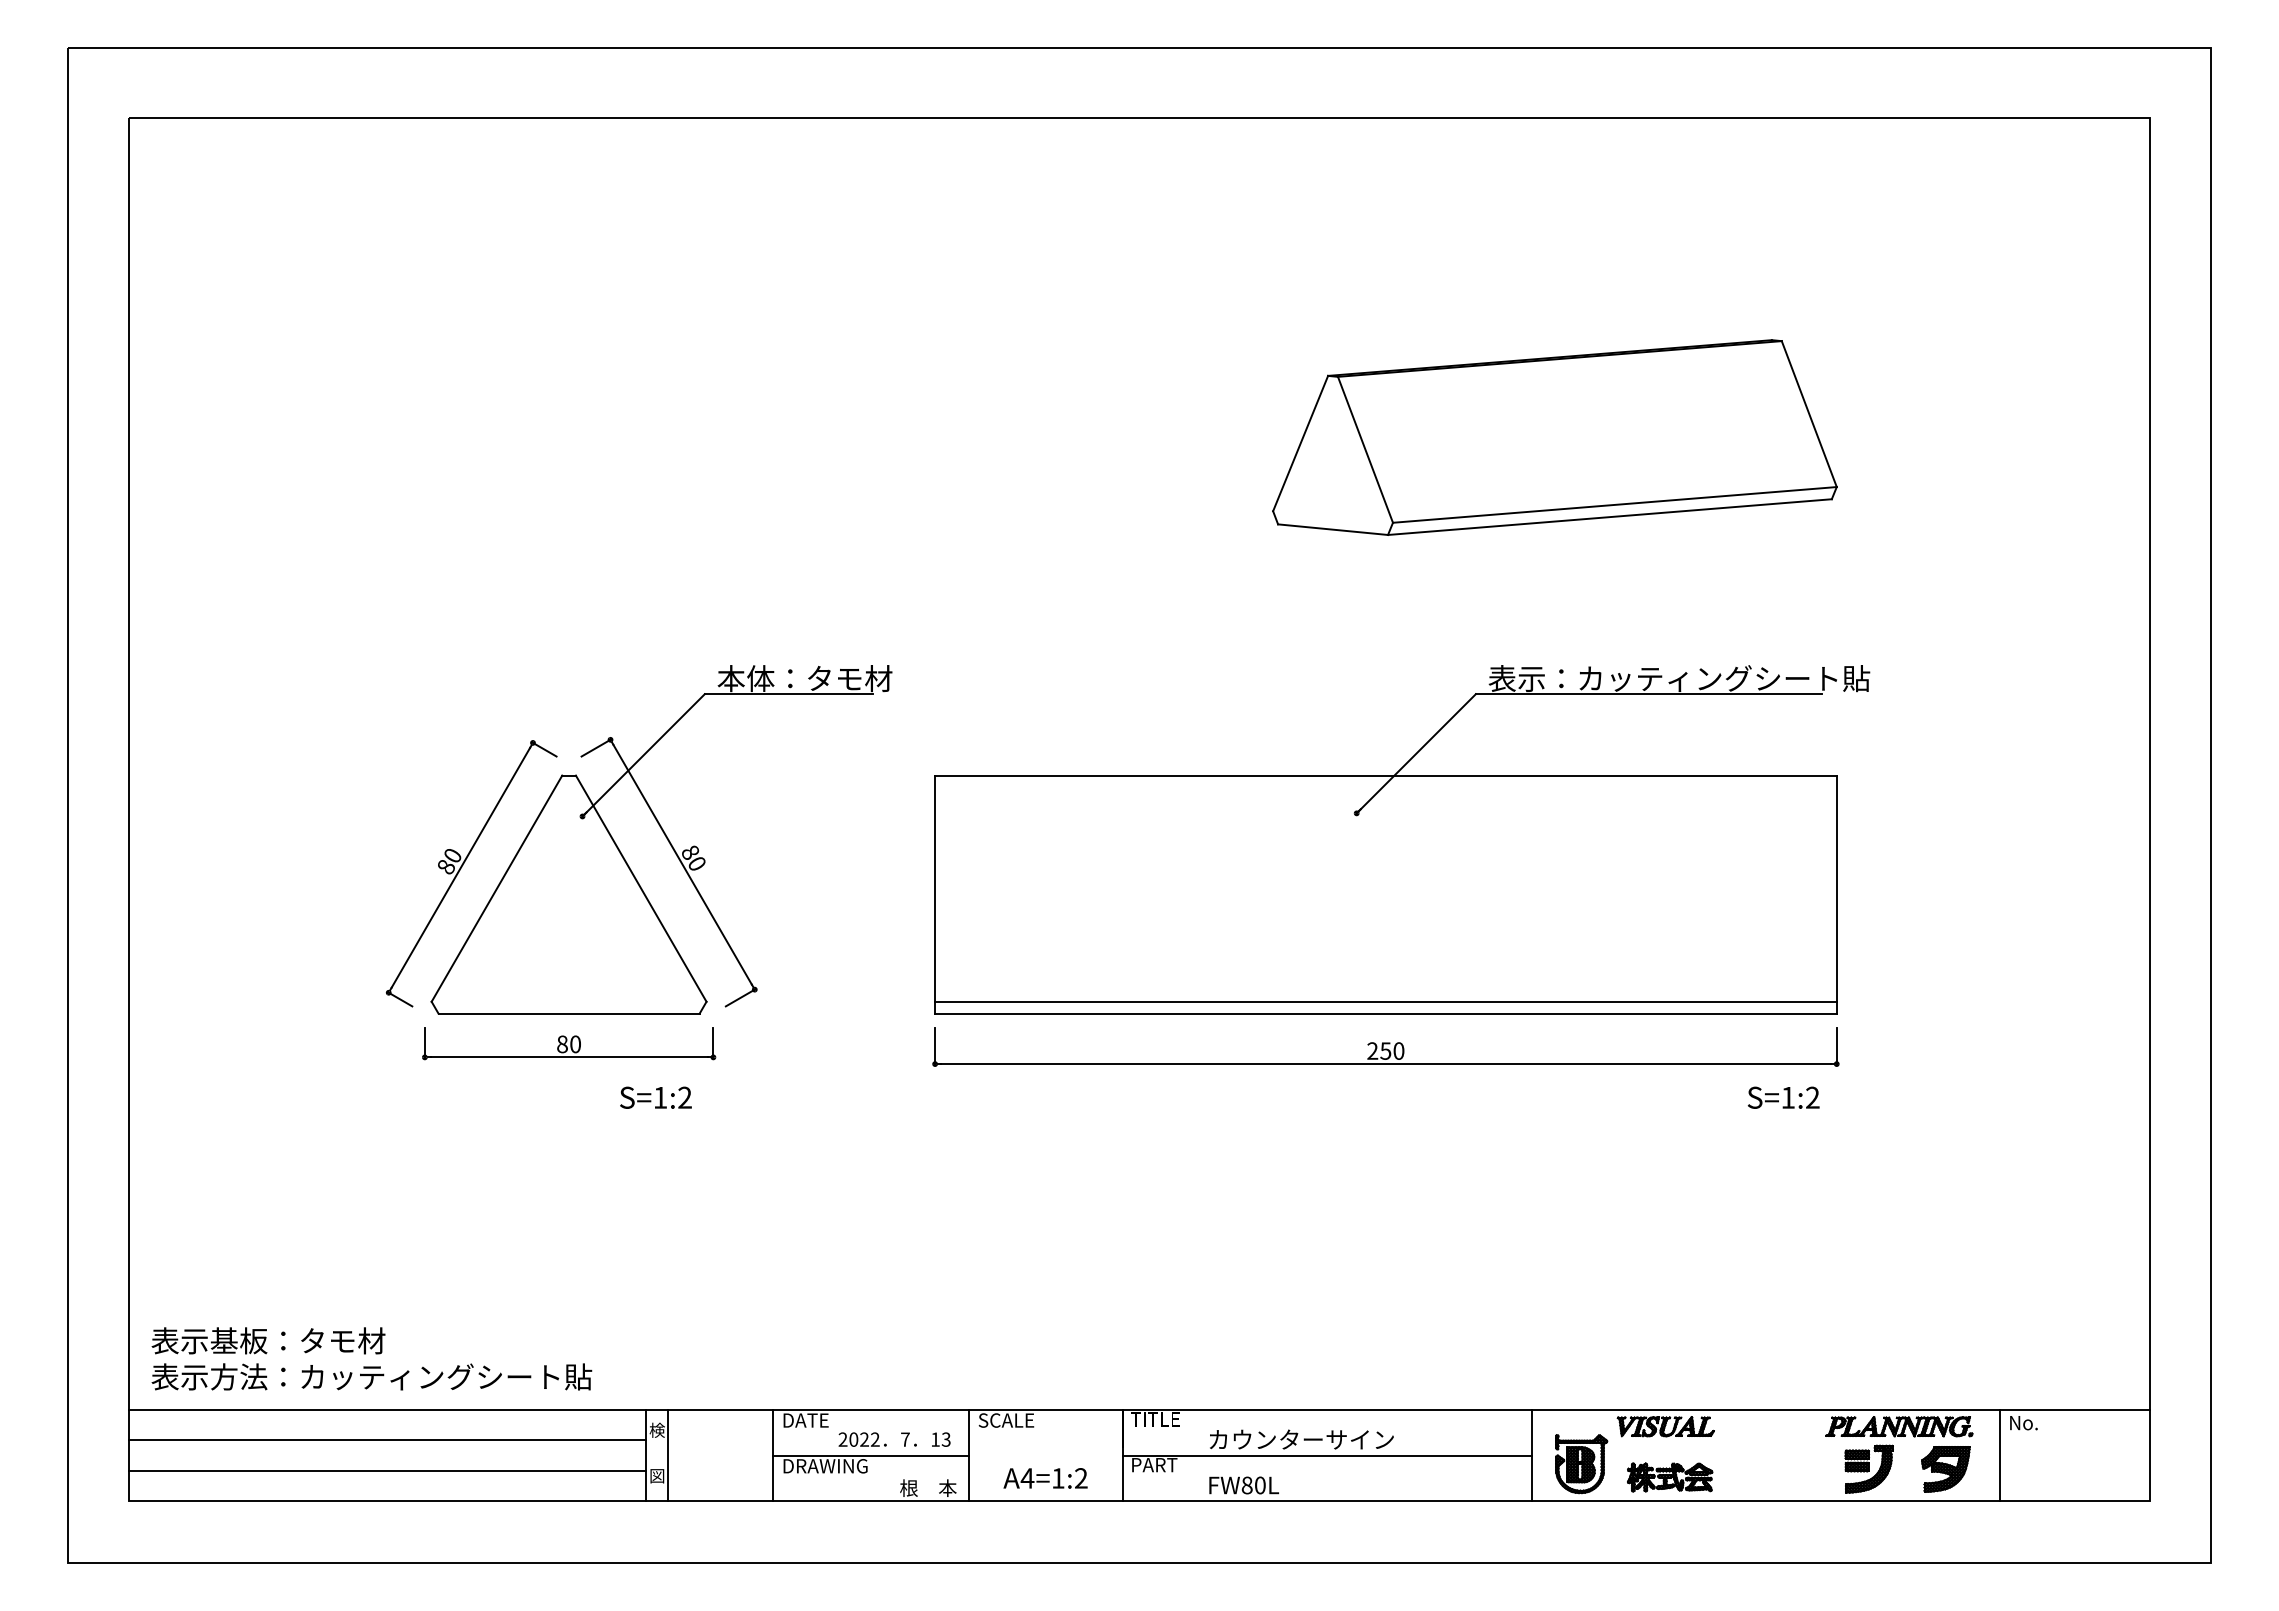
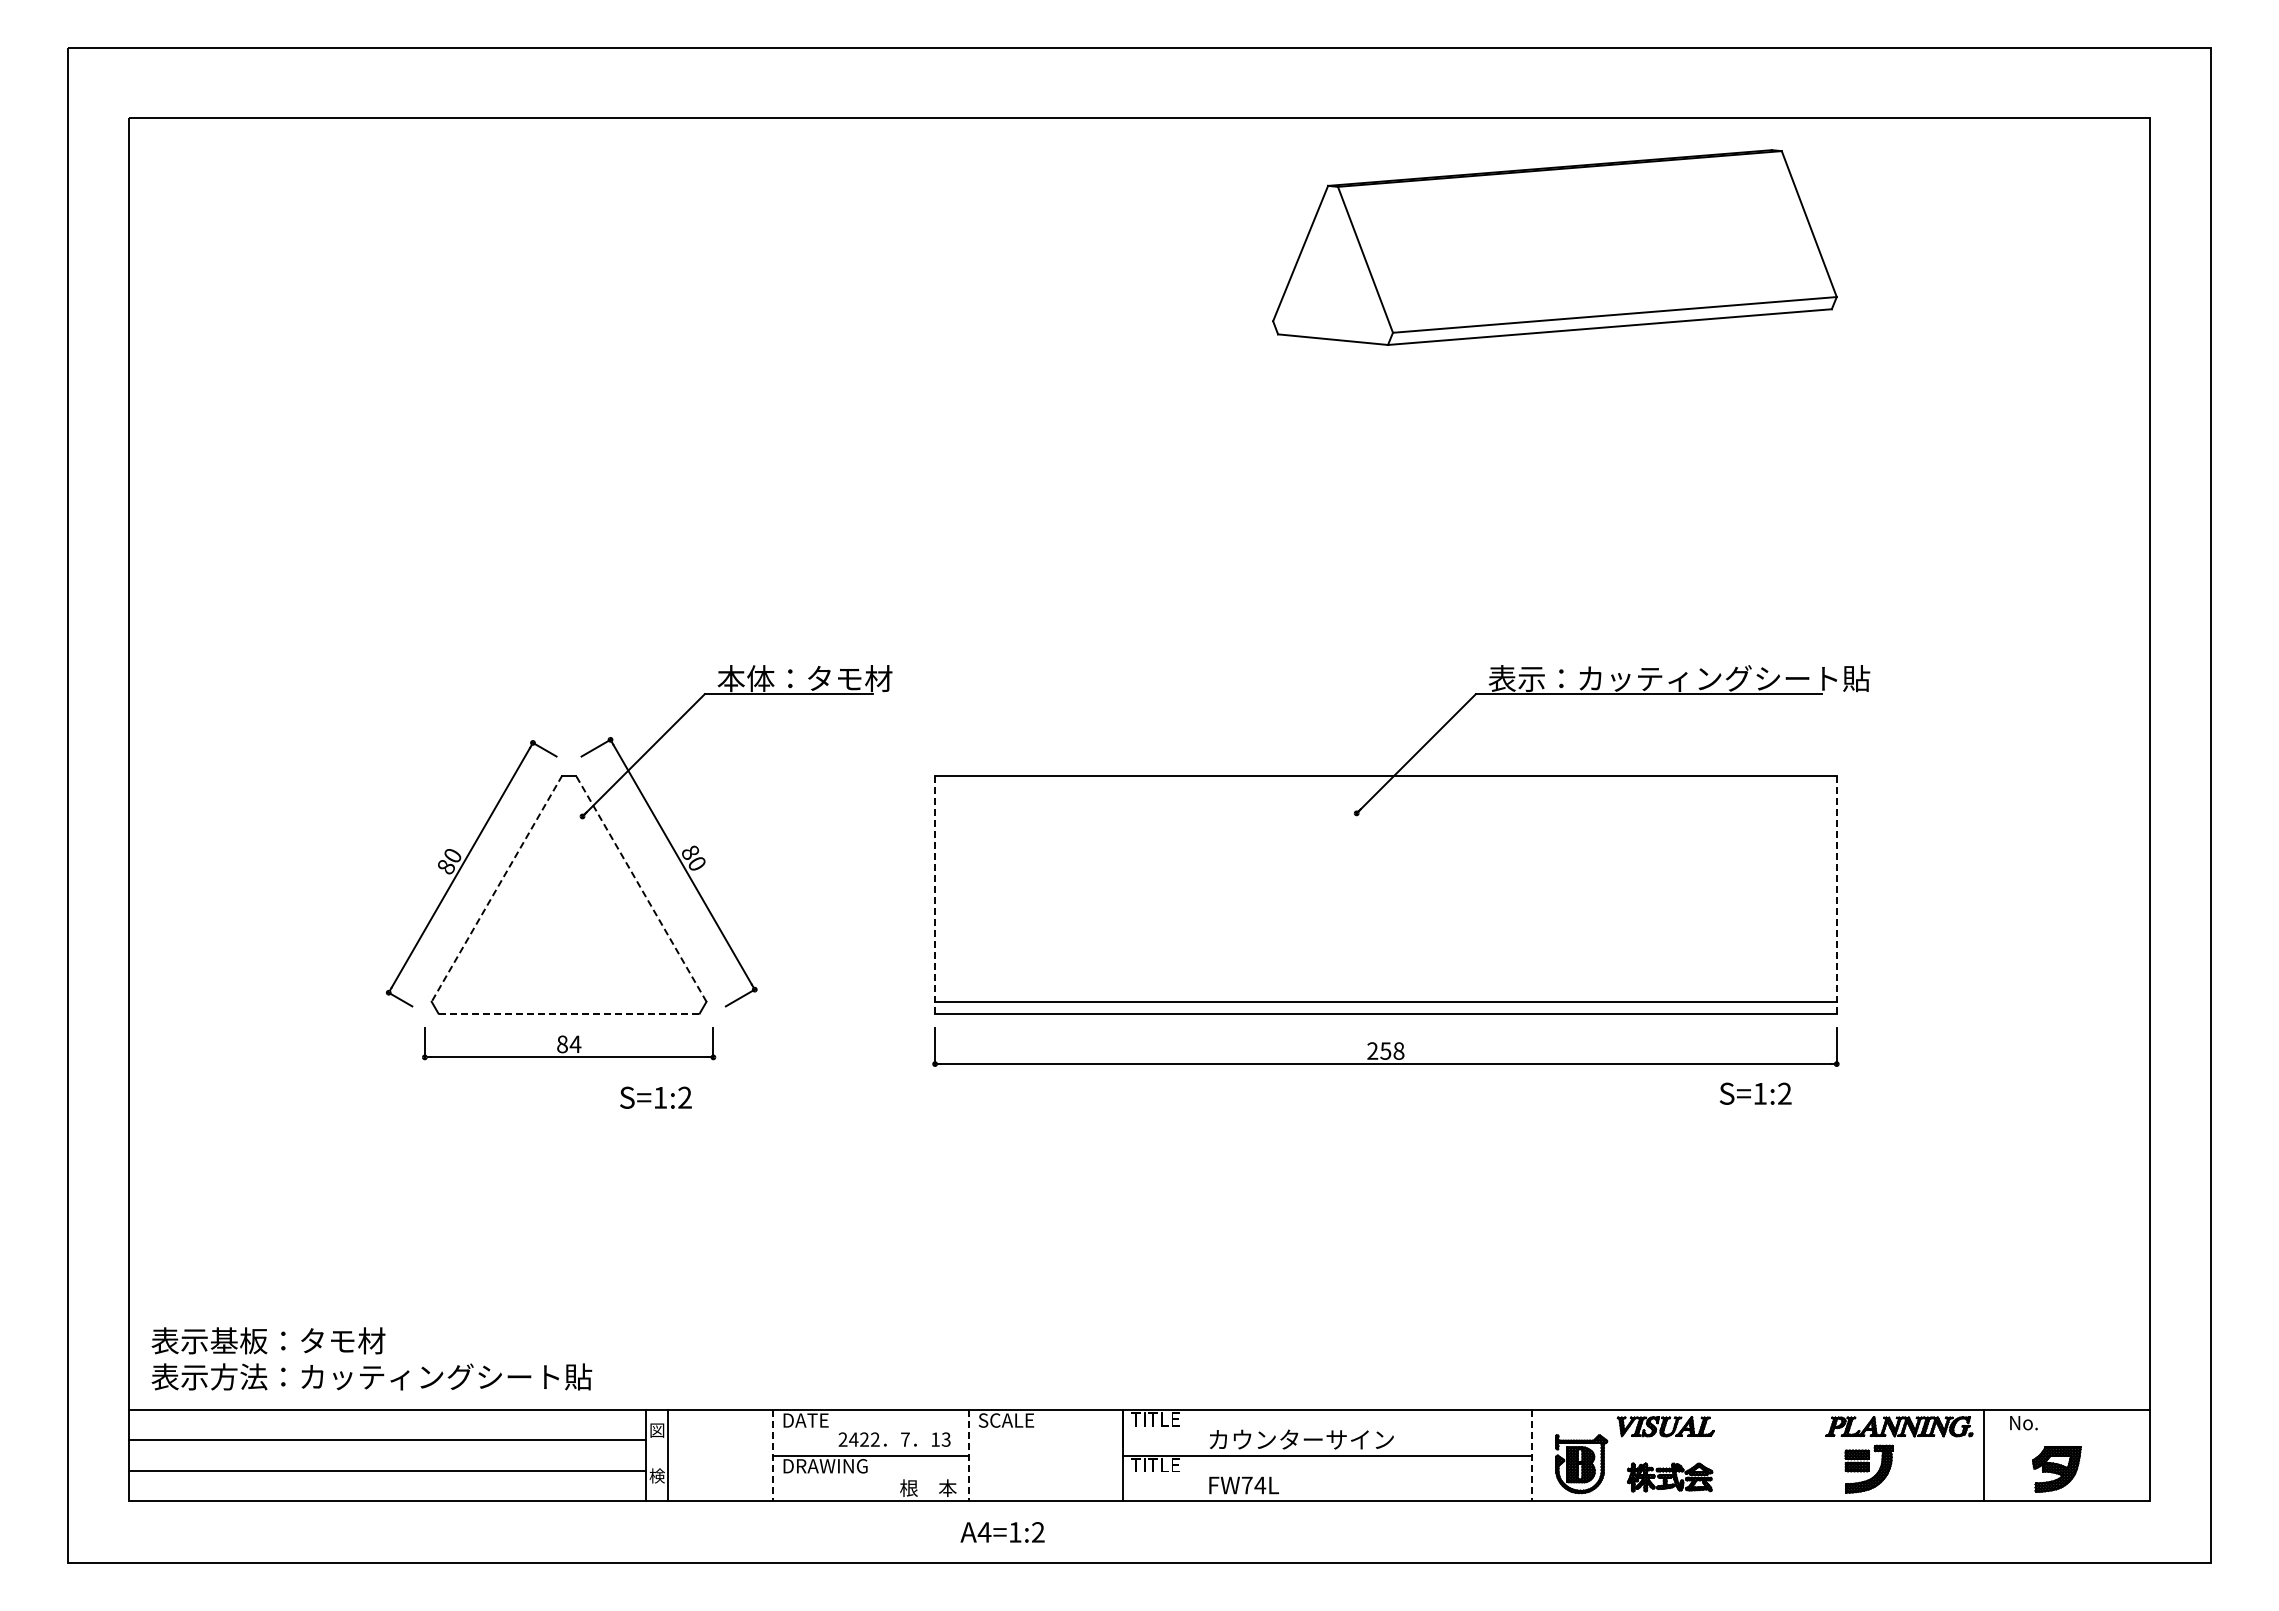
part at (1554, 437) position: (1554, 437) -> (1554, 247)
line at (496, 888): solid -> dashed
line at (641, 888): solid -> dashed
line at (935, 894): solid -> dashed
line at (1836, 894): solid -> dashed
line at (569, 1013): solid -> dashed
text at (575, 1044): 80 -> 84
text at (1398, 1050): 250 -> 258
text at (1783, 1097) position: (1783, 1097) -> (1755, 1093)
text at (656, 1429): 検 -> 図
text at (853, 1439): 2022 -> 2422
line at (772, 1455): solid -> dashed
line at (969, 1455): solid -> dashed
line at (1531, 1455): solid -> dashed
line at (2000, 1455) position: (2000, 1455) -> (1984, 1455)
text at (1155, 1465): PART -> TITLE
part at (1945, 1469) position: (1945, 1469) -> (2056, 1469)
text at (656, 1475): 図 -> 検
text at (1045, 1478) position: (1045, 1478) -> (1002, 1532)
text at (1253, 1485): FW80L -> FW74L
